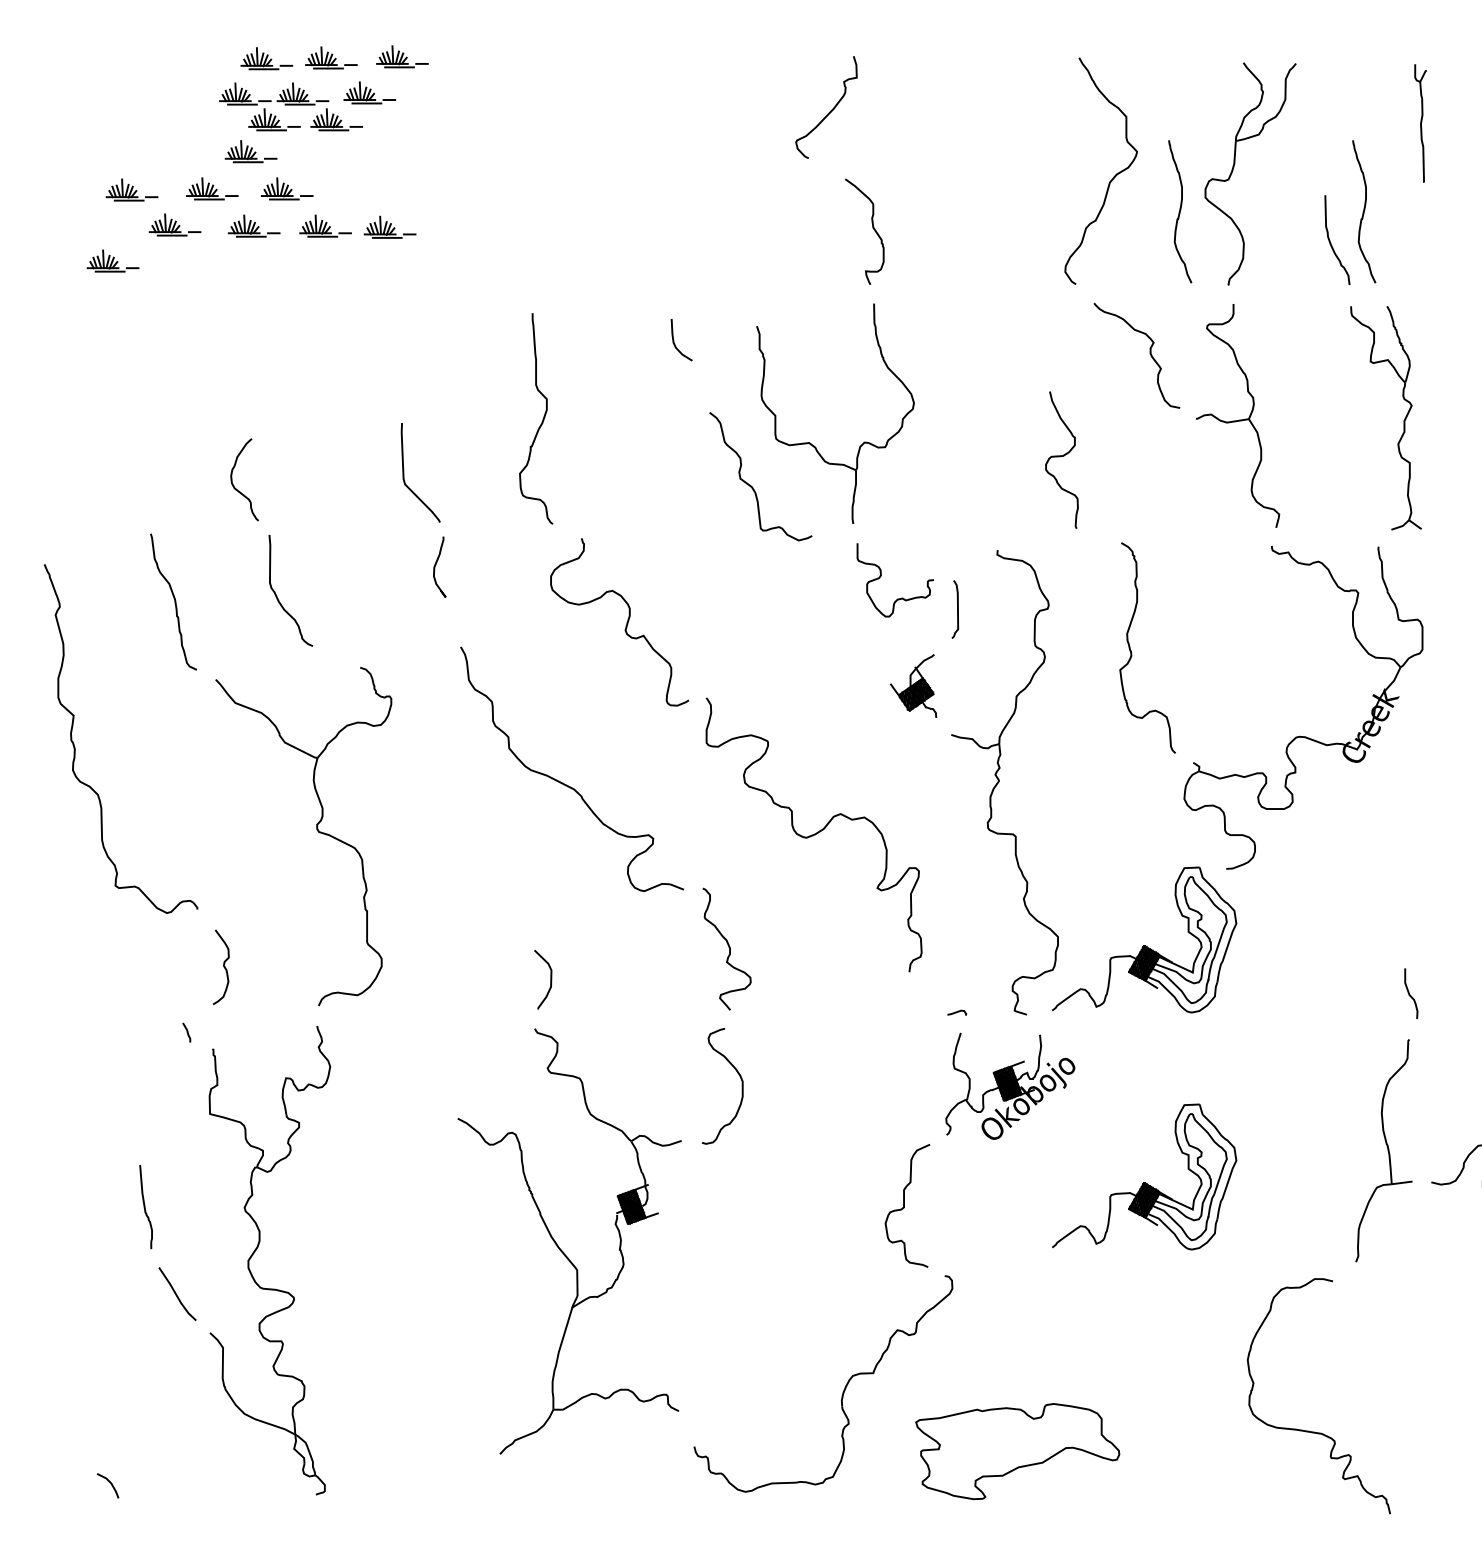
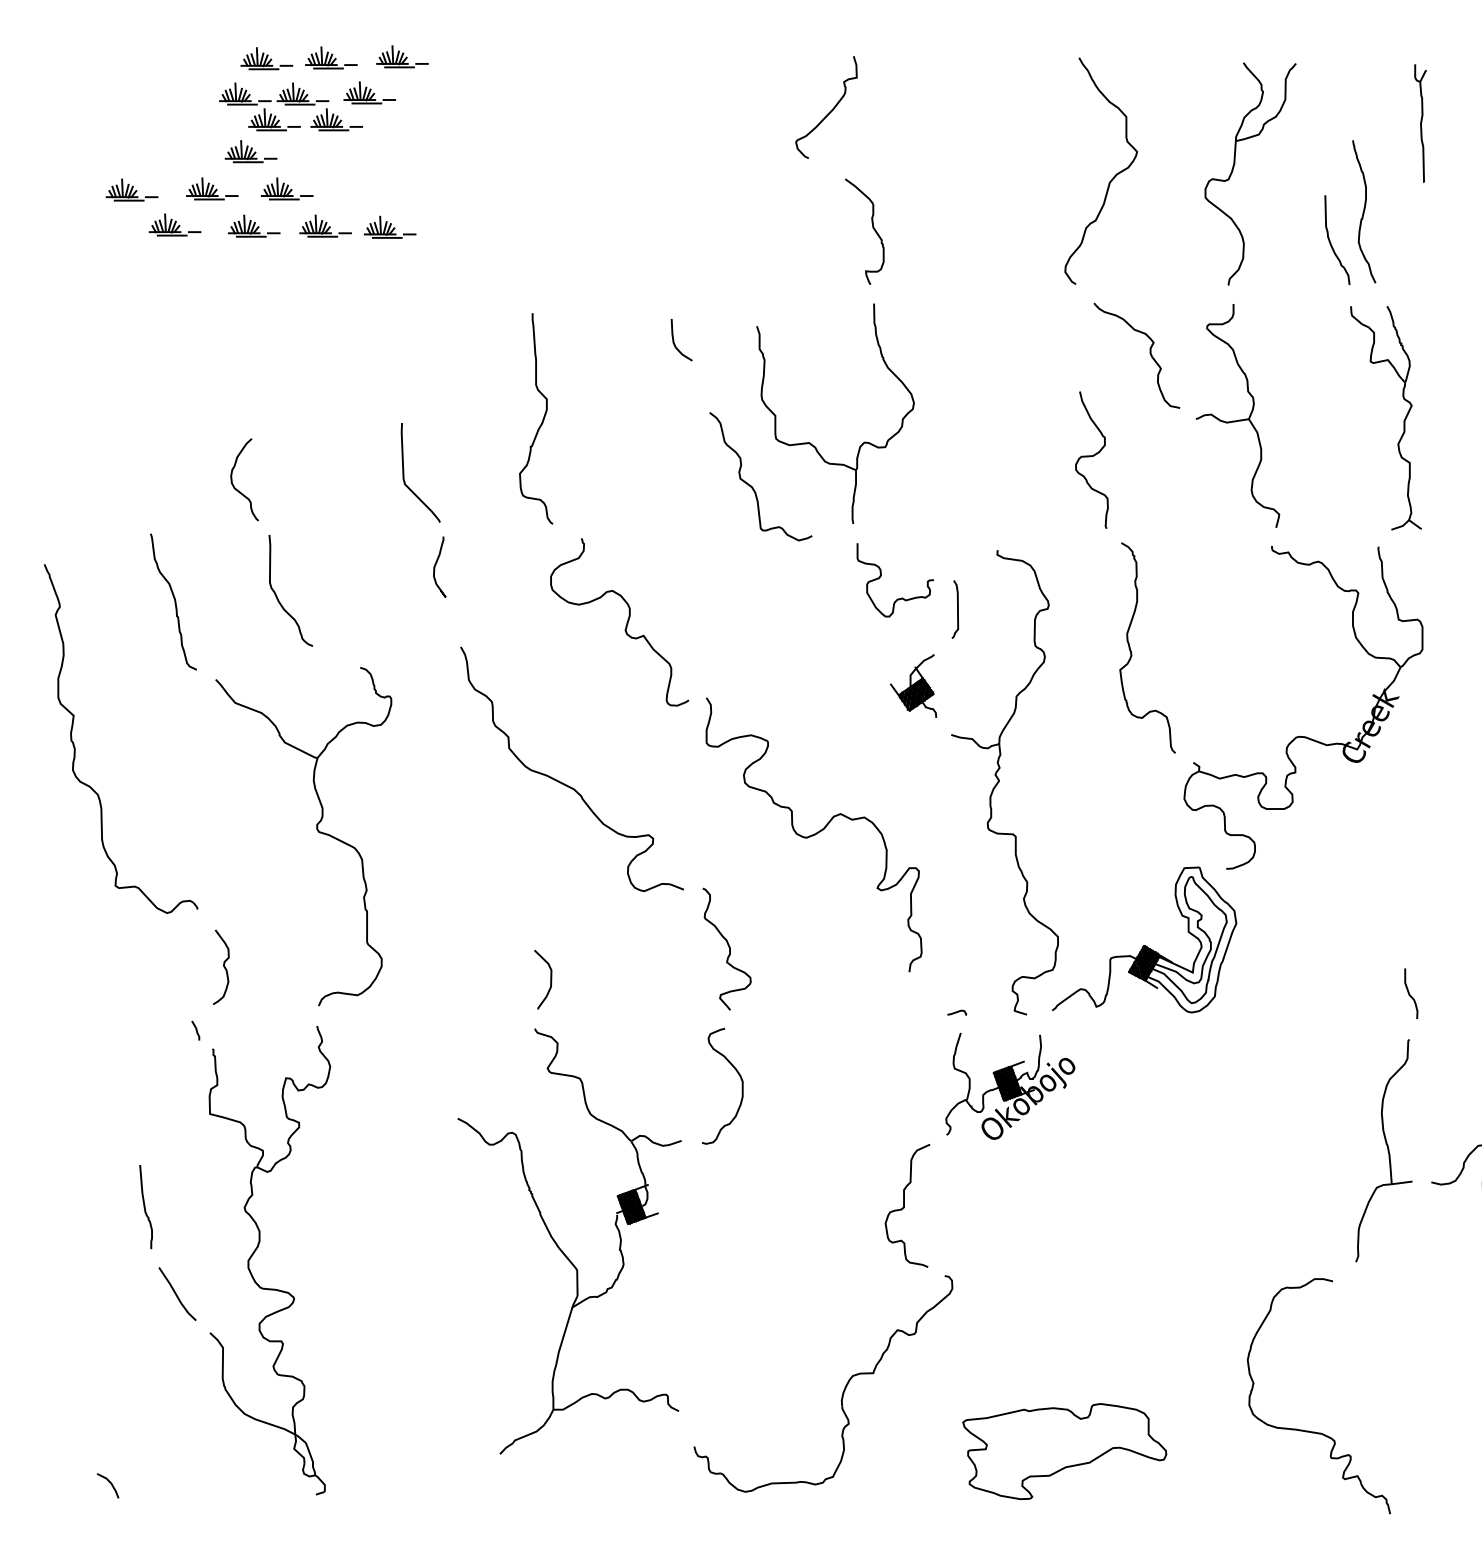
curve at (1180, 211): present -> none
part at (112, 260): present -> none
curve at (1060, 457) position: (1060, 457) -> (1090, 457)
line at (186, 1032) position: (186, 1032) -> (195, 1030)
part at (1144, 1176): present -> none
part at (1017, 1451) position: (1017, 1451) -> (1064, 1451)
